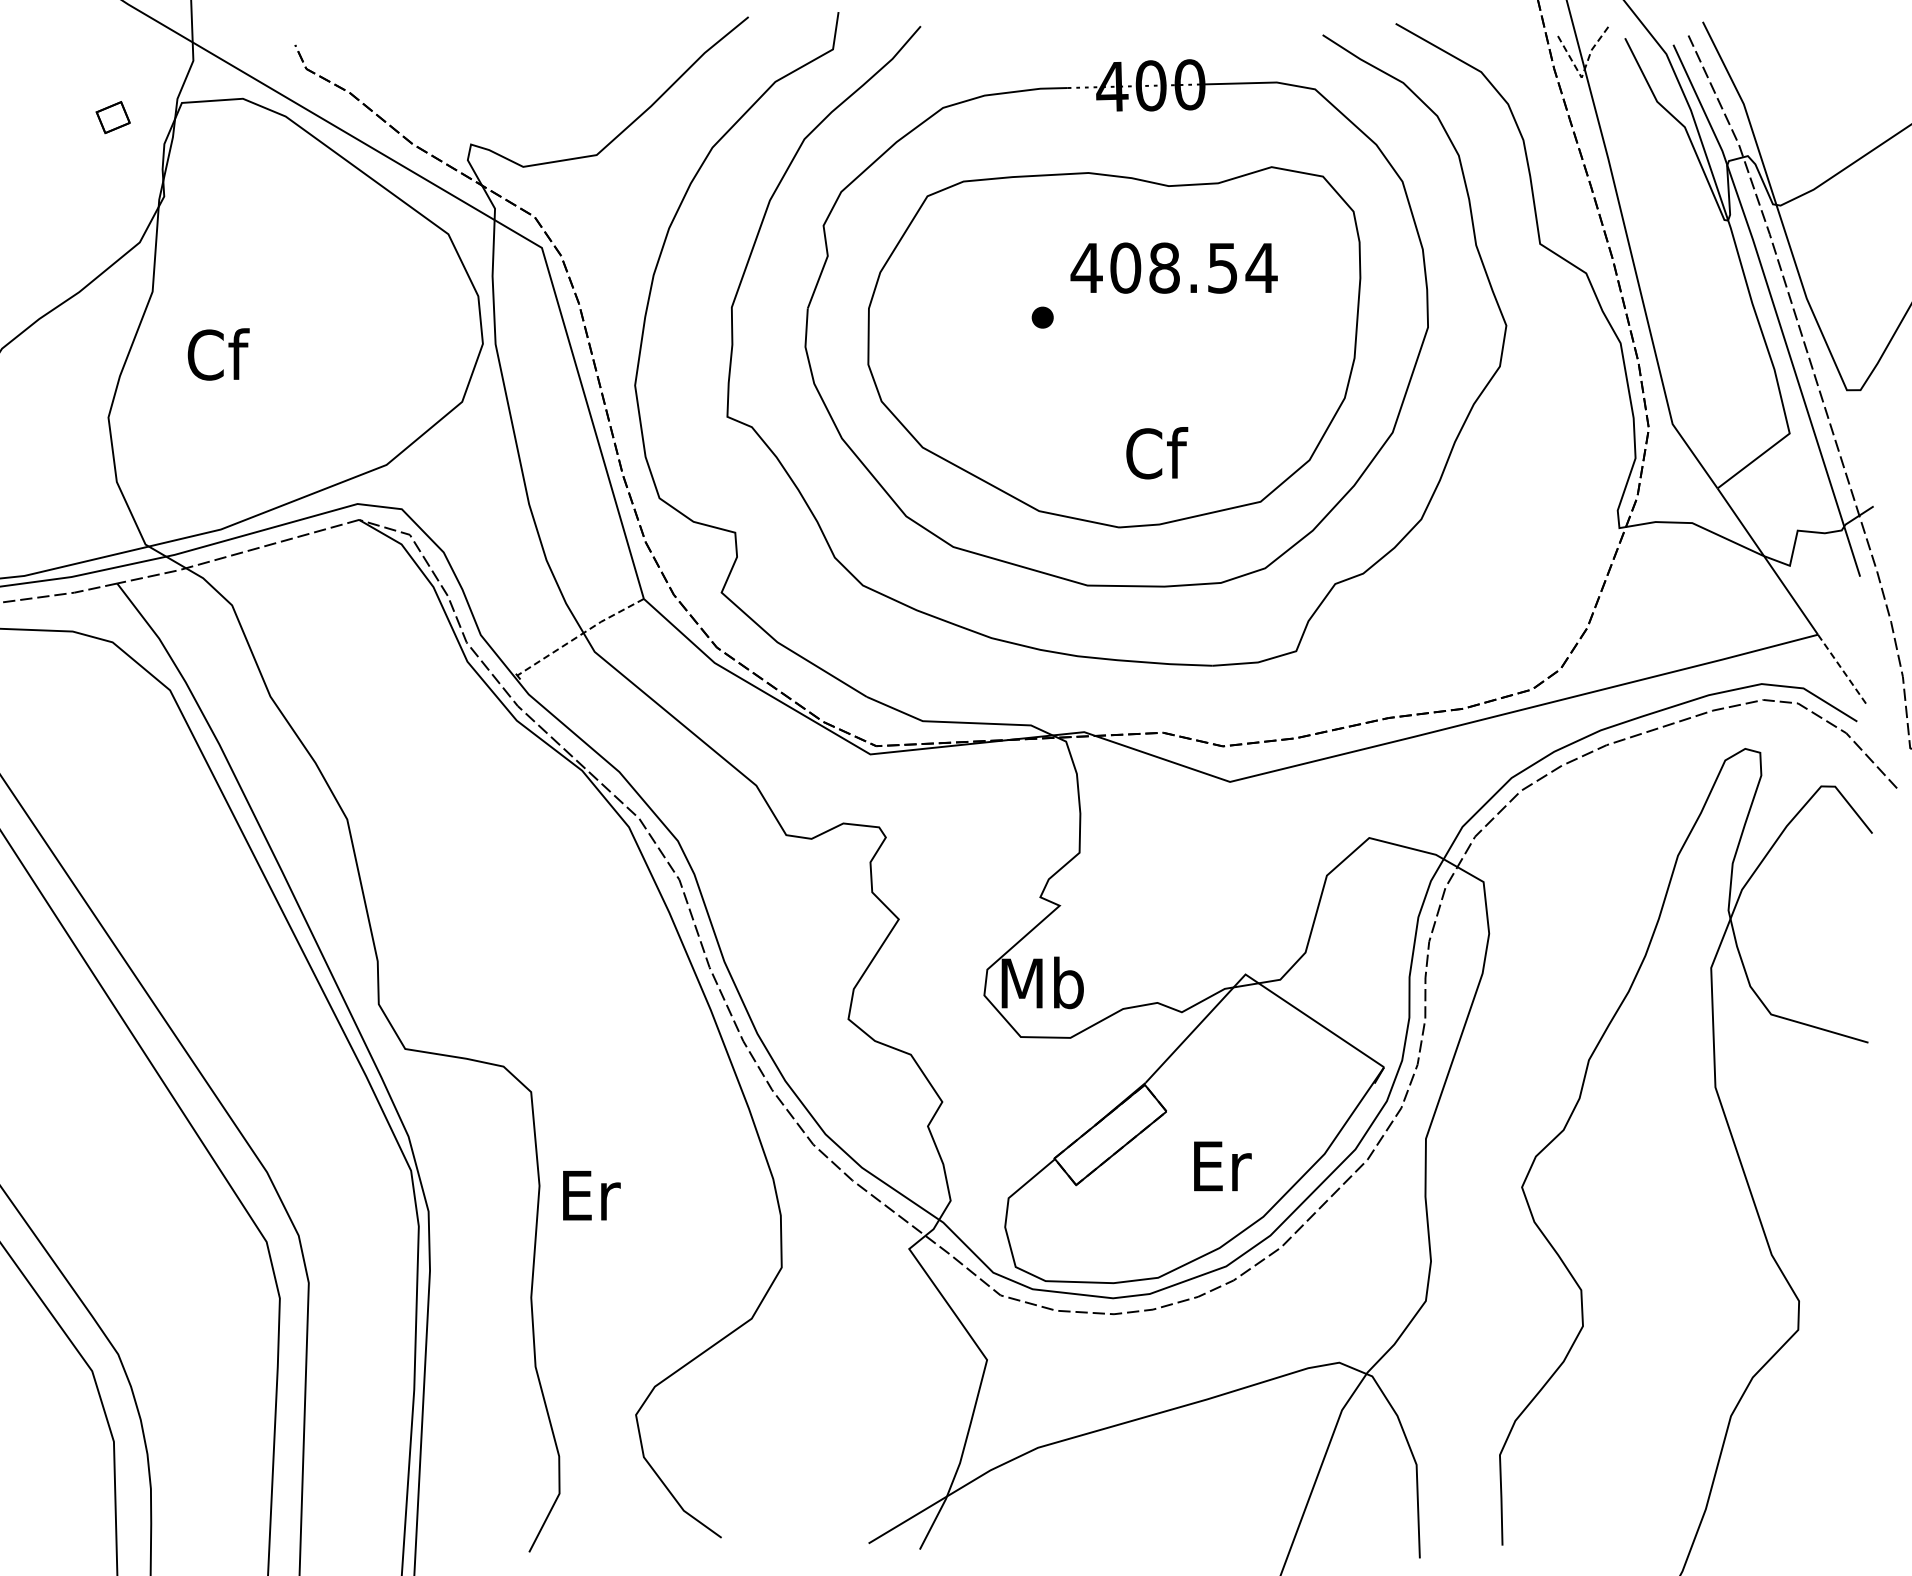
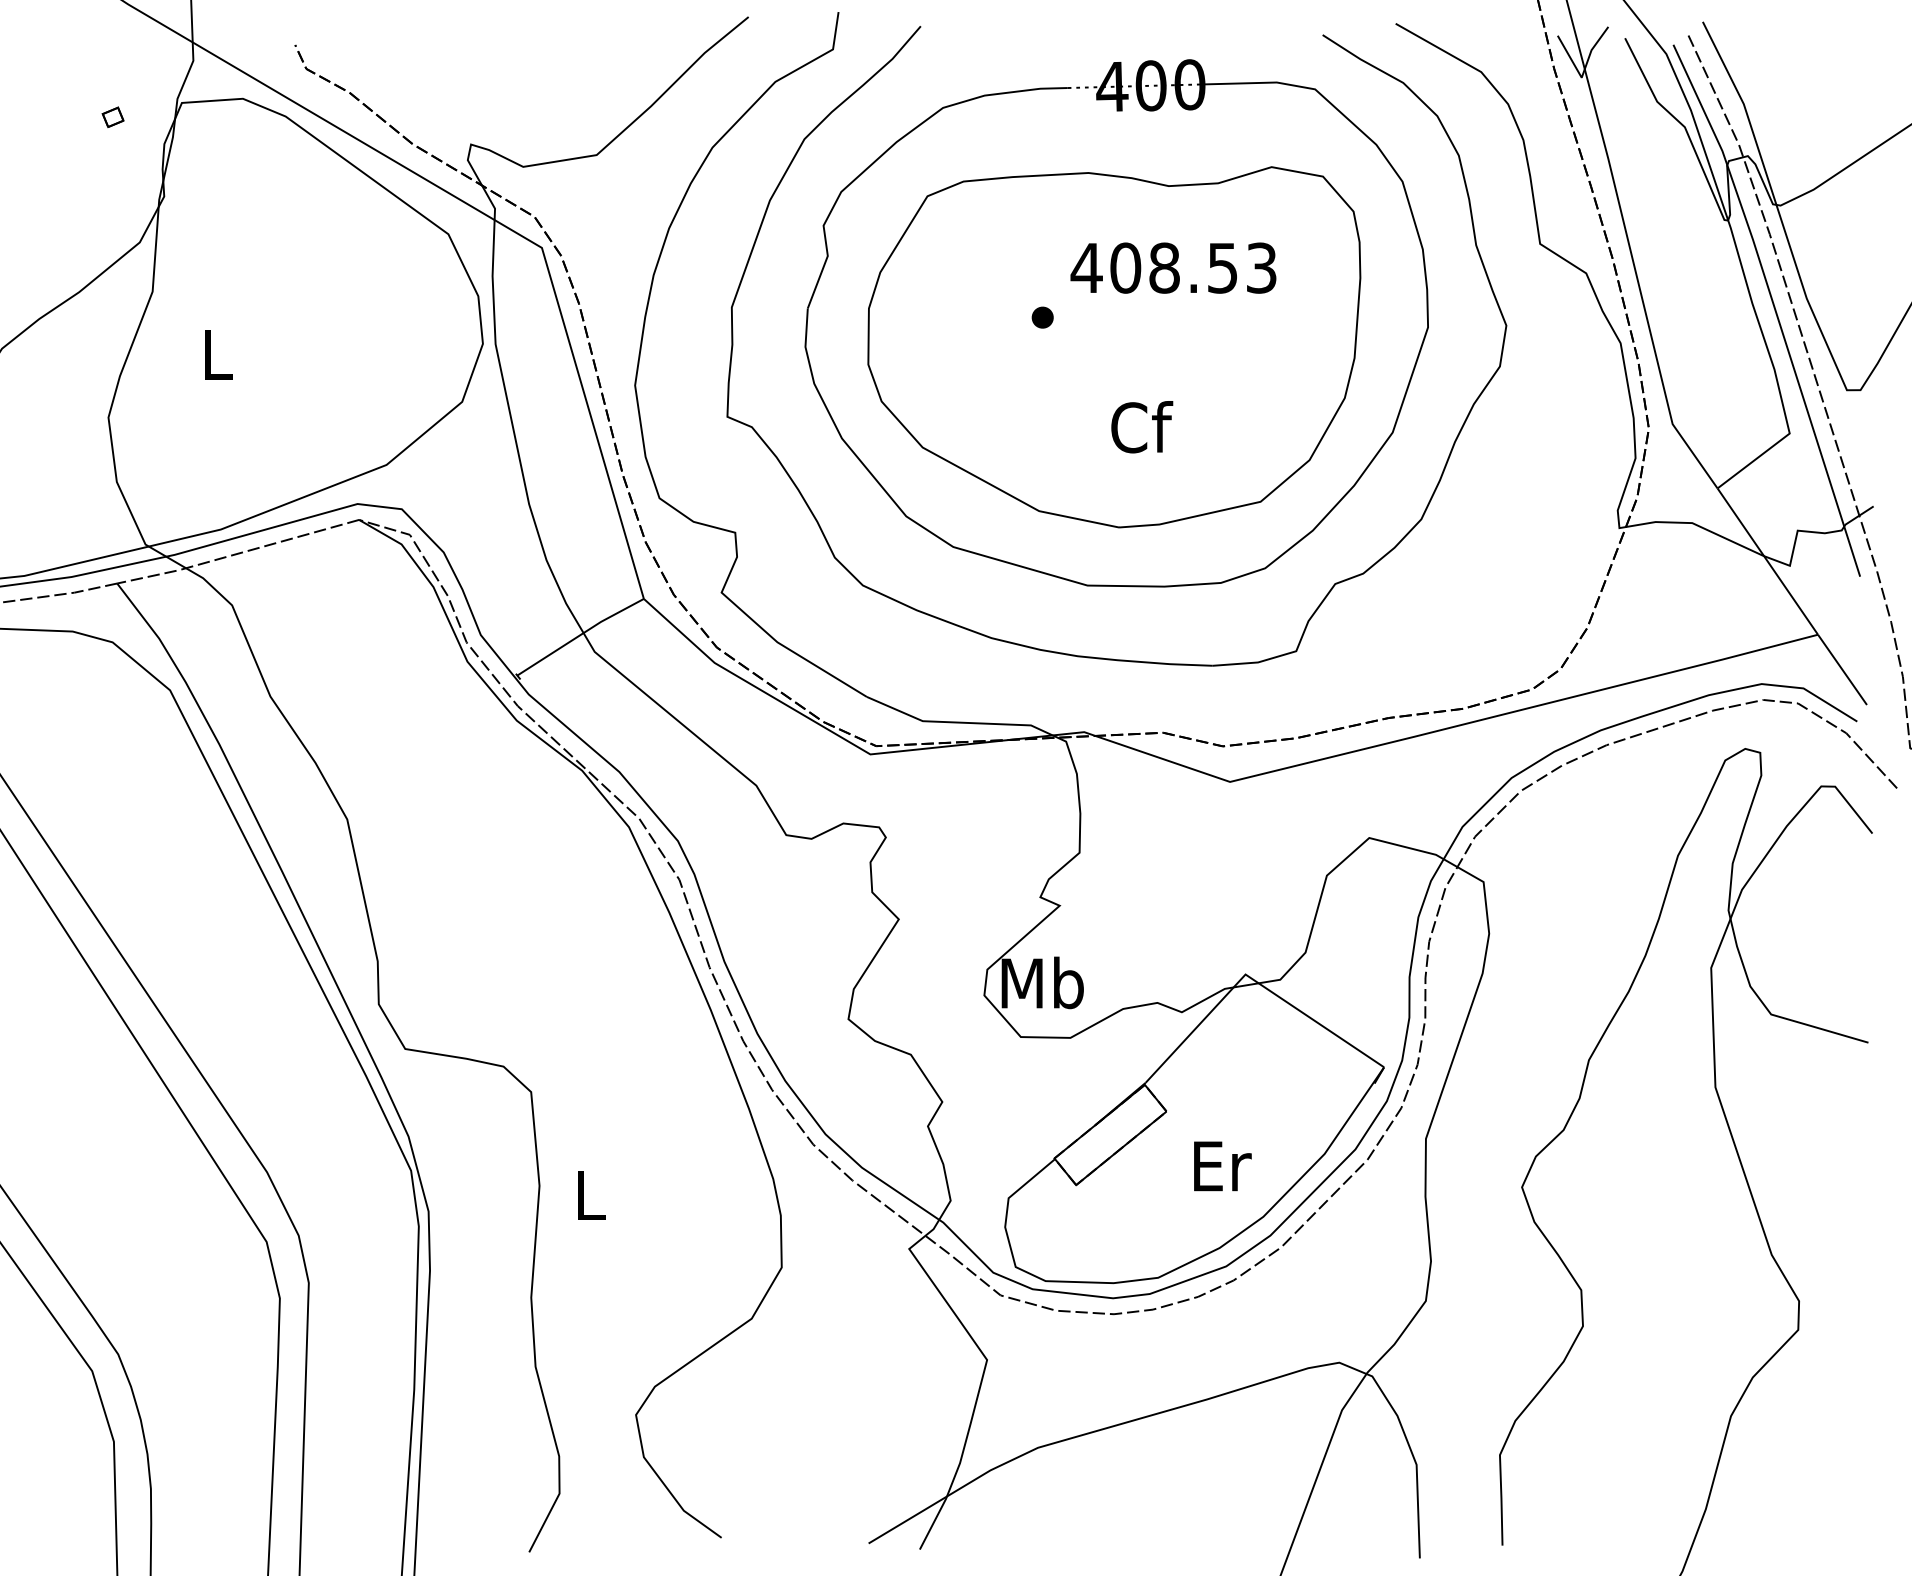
line at (1583, 73): dashed -> solid
part at (112, 117) size: 36x34 px -> 24x22 px
text at (1261, 267): 408.54 -> 408.53
text at (218, 354): Cf -> L
text at (1157, 453) position: (1157, 453) -> (1142, 427)
line at (580, 635): dashed -> solid
line at (1842, 669): dashed -> solid
text at (591, 1195): Er -> L
